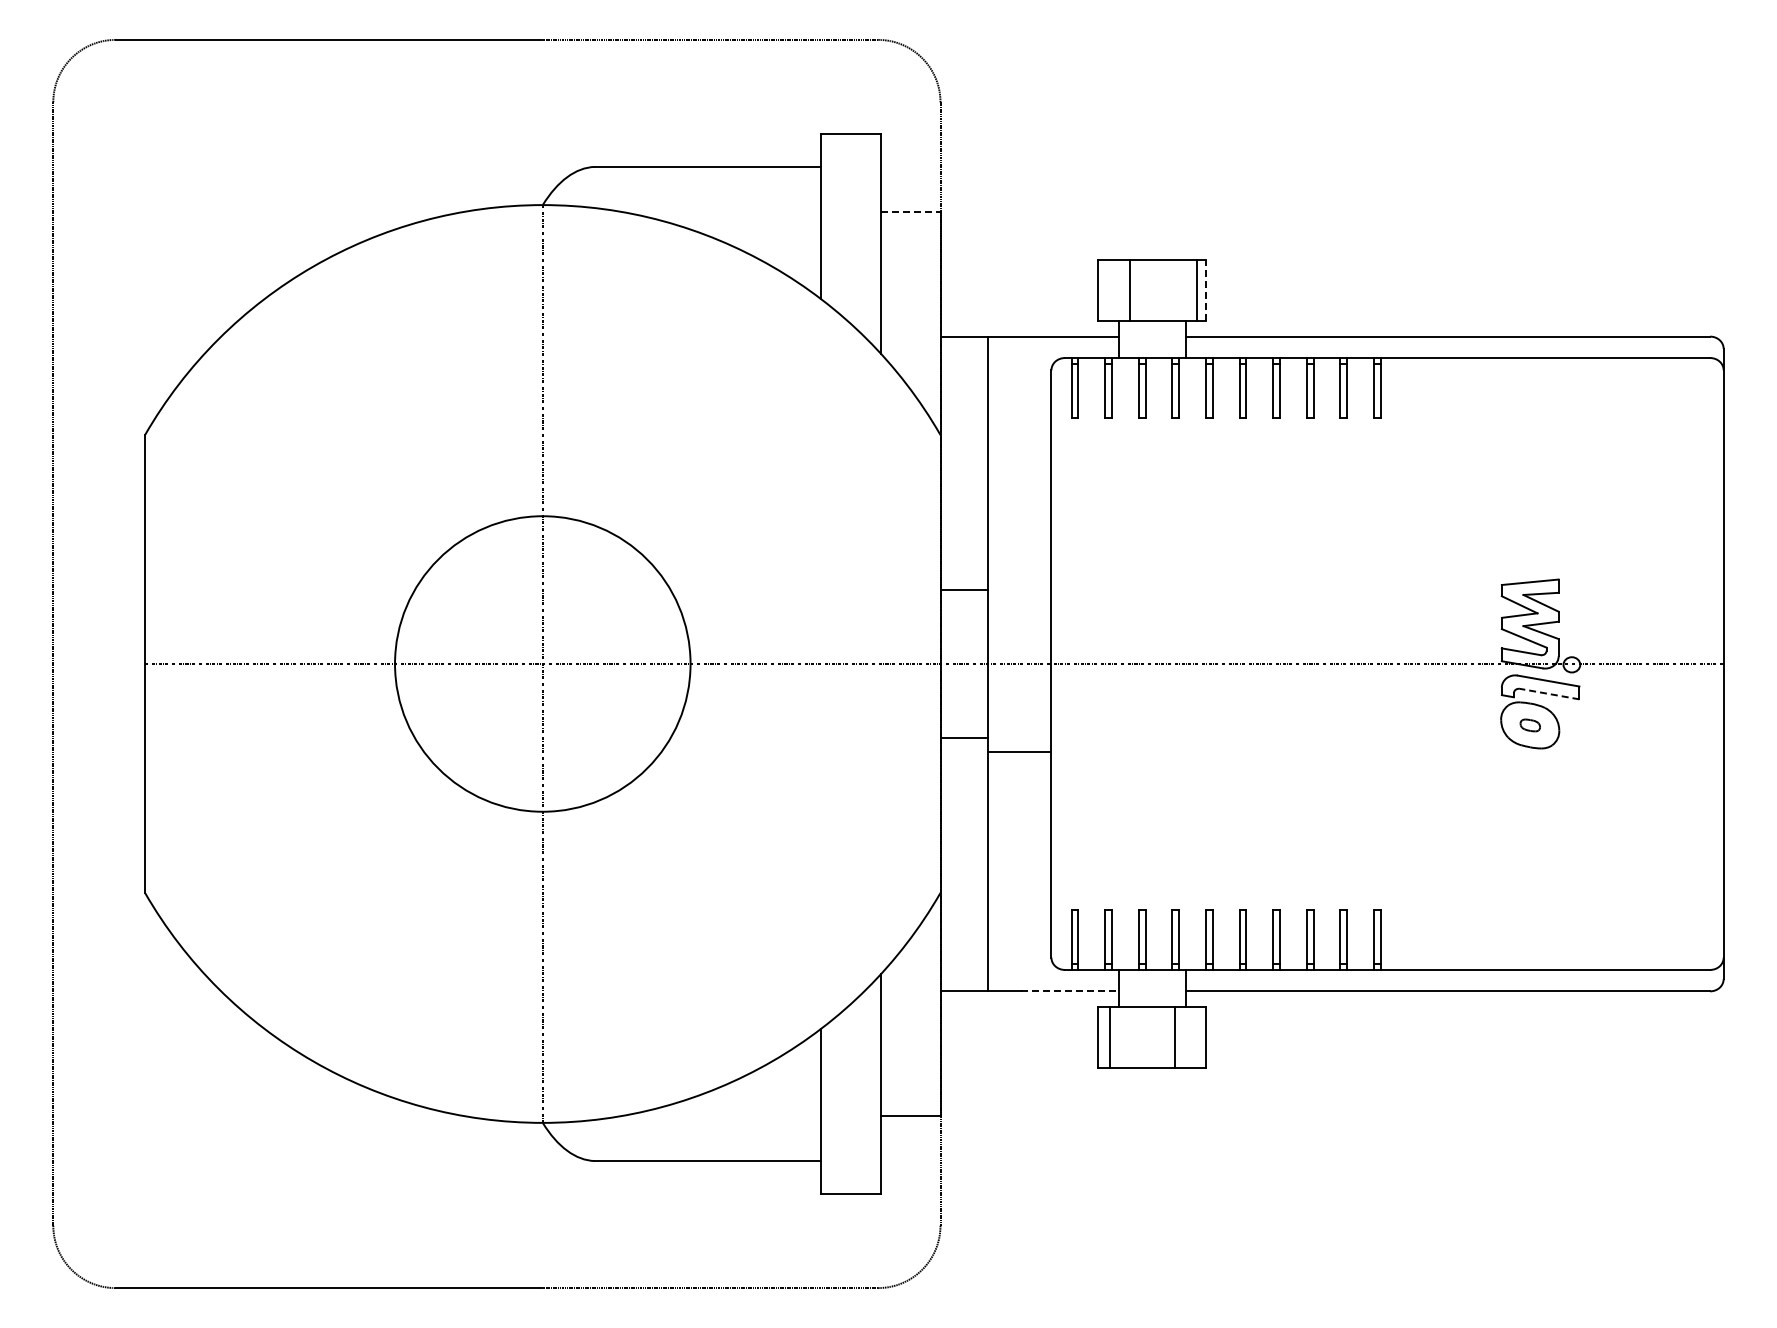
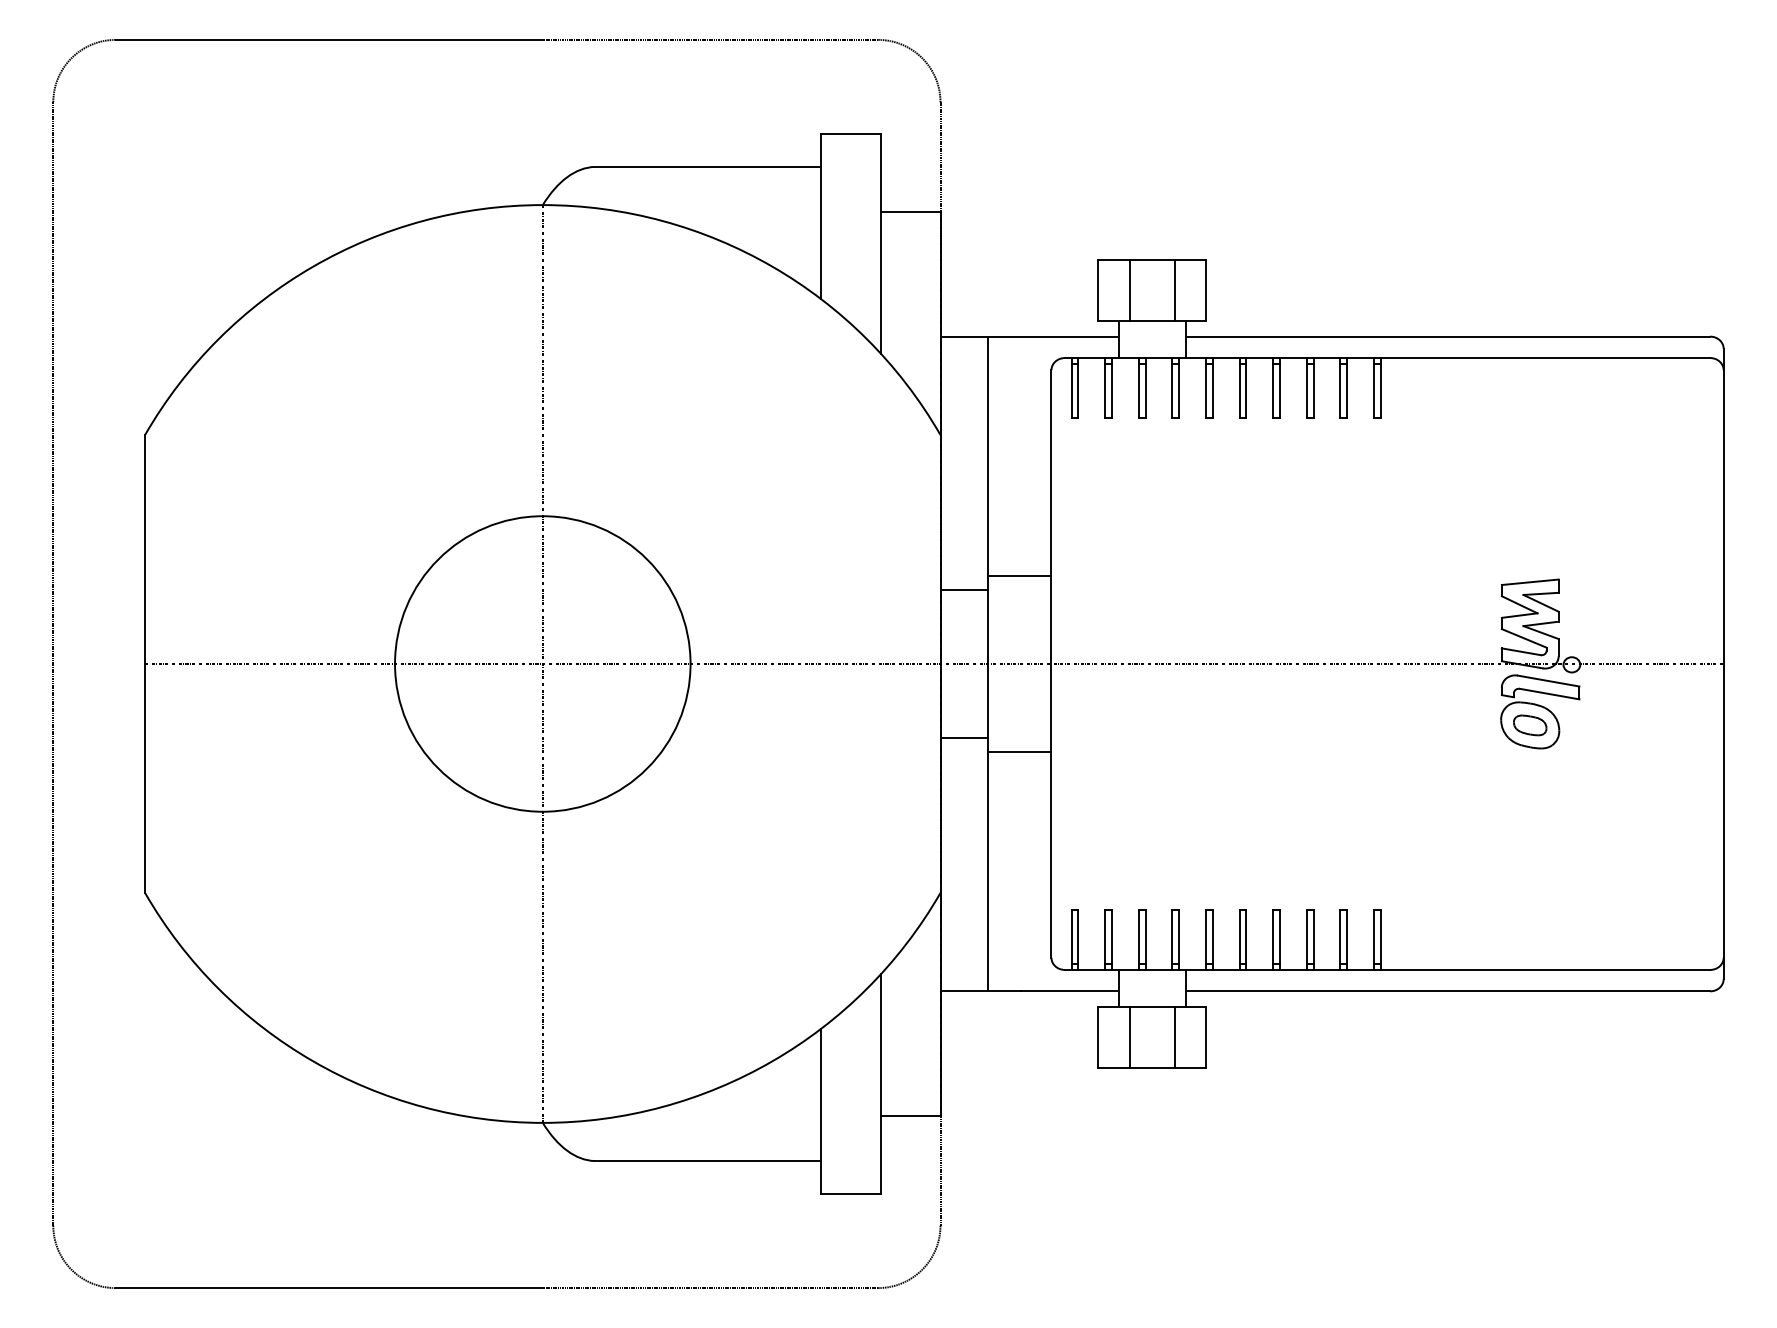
line at (910, 212): dashed -> solid
line at (1196, 290) position: (1196, 290) -> (1174, 290)
line at (1206, 290): dashed -> solid
line at (1019, 576): none -> present
line at (1549, 694): dashed -> solid
part at (1529, 725) size: 22x15 px -> 35x23 px
line at (1069, 991): dashed -> solid
line at (1110, 1036) position: (1110, 1036) -> (1130, 1036)
